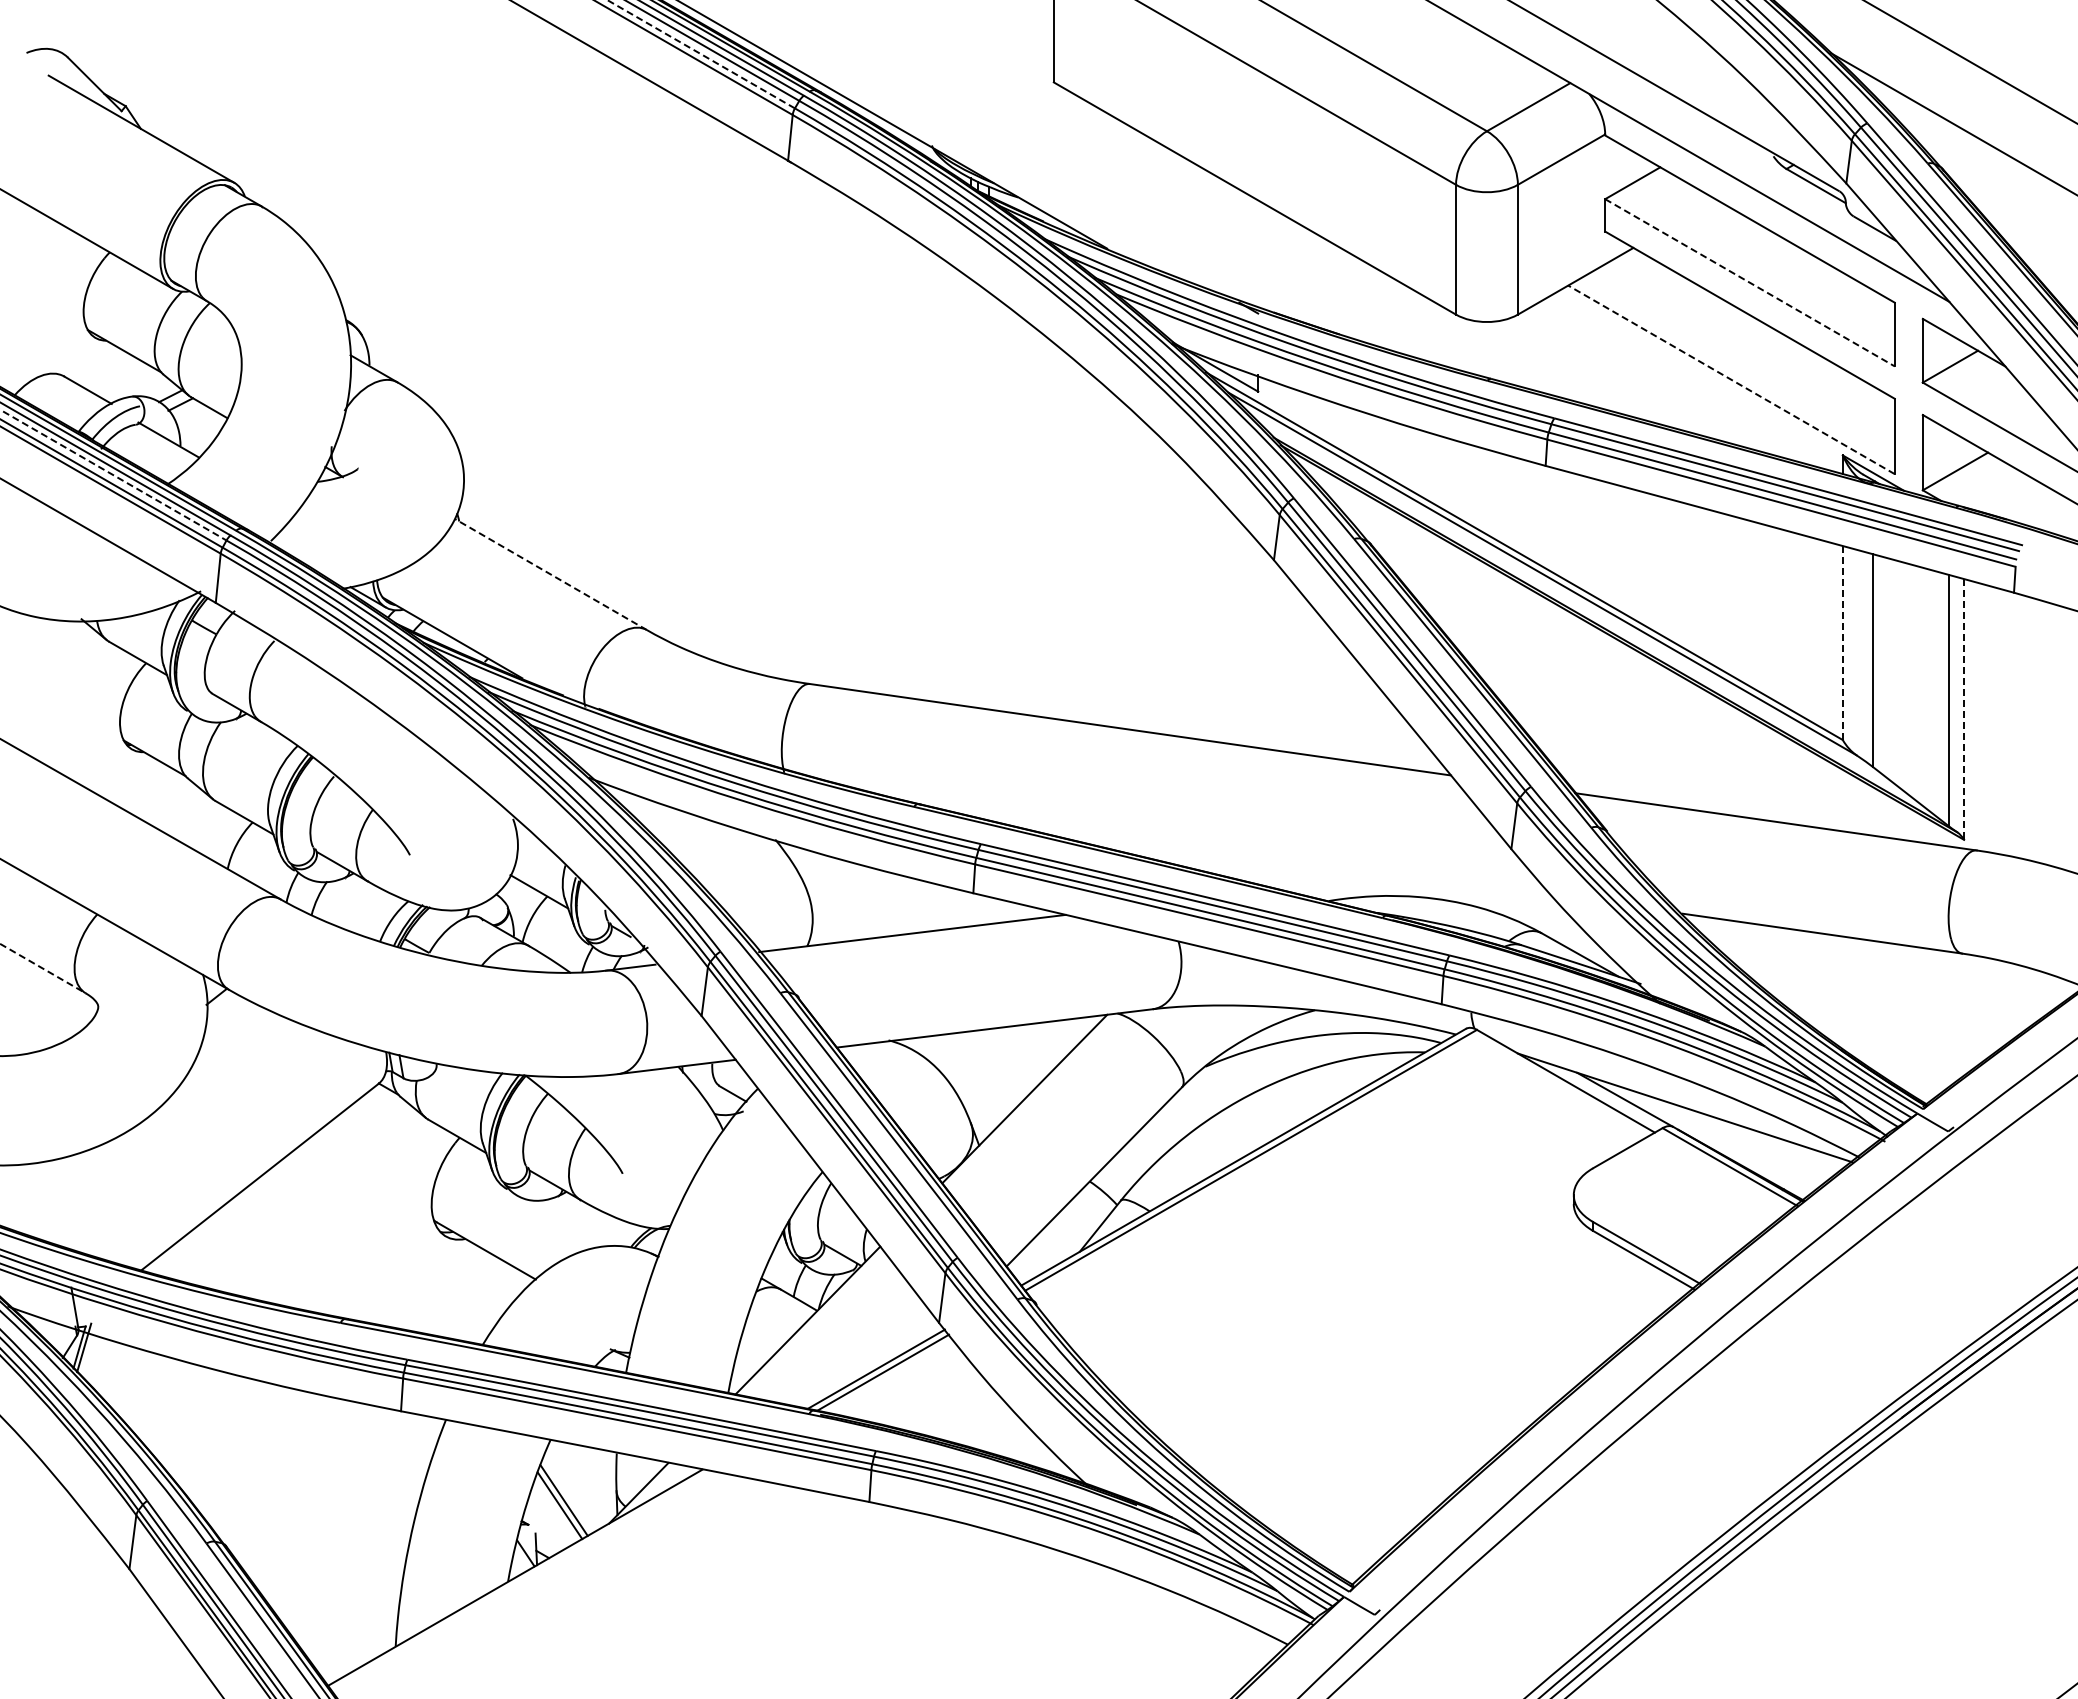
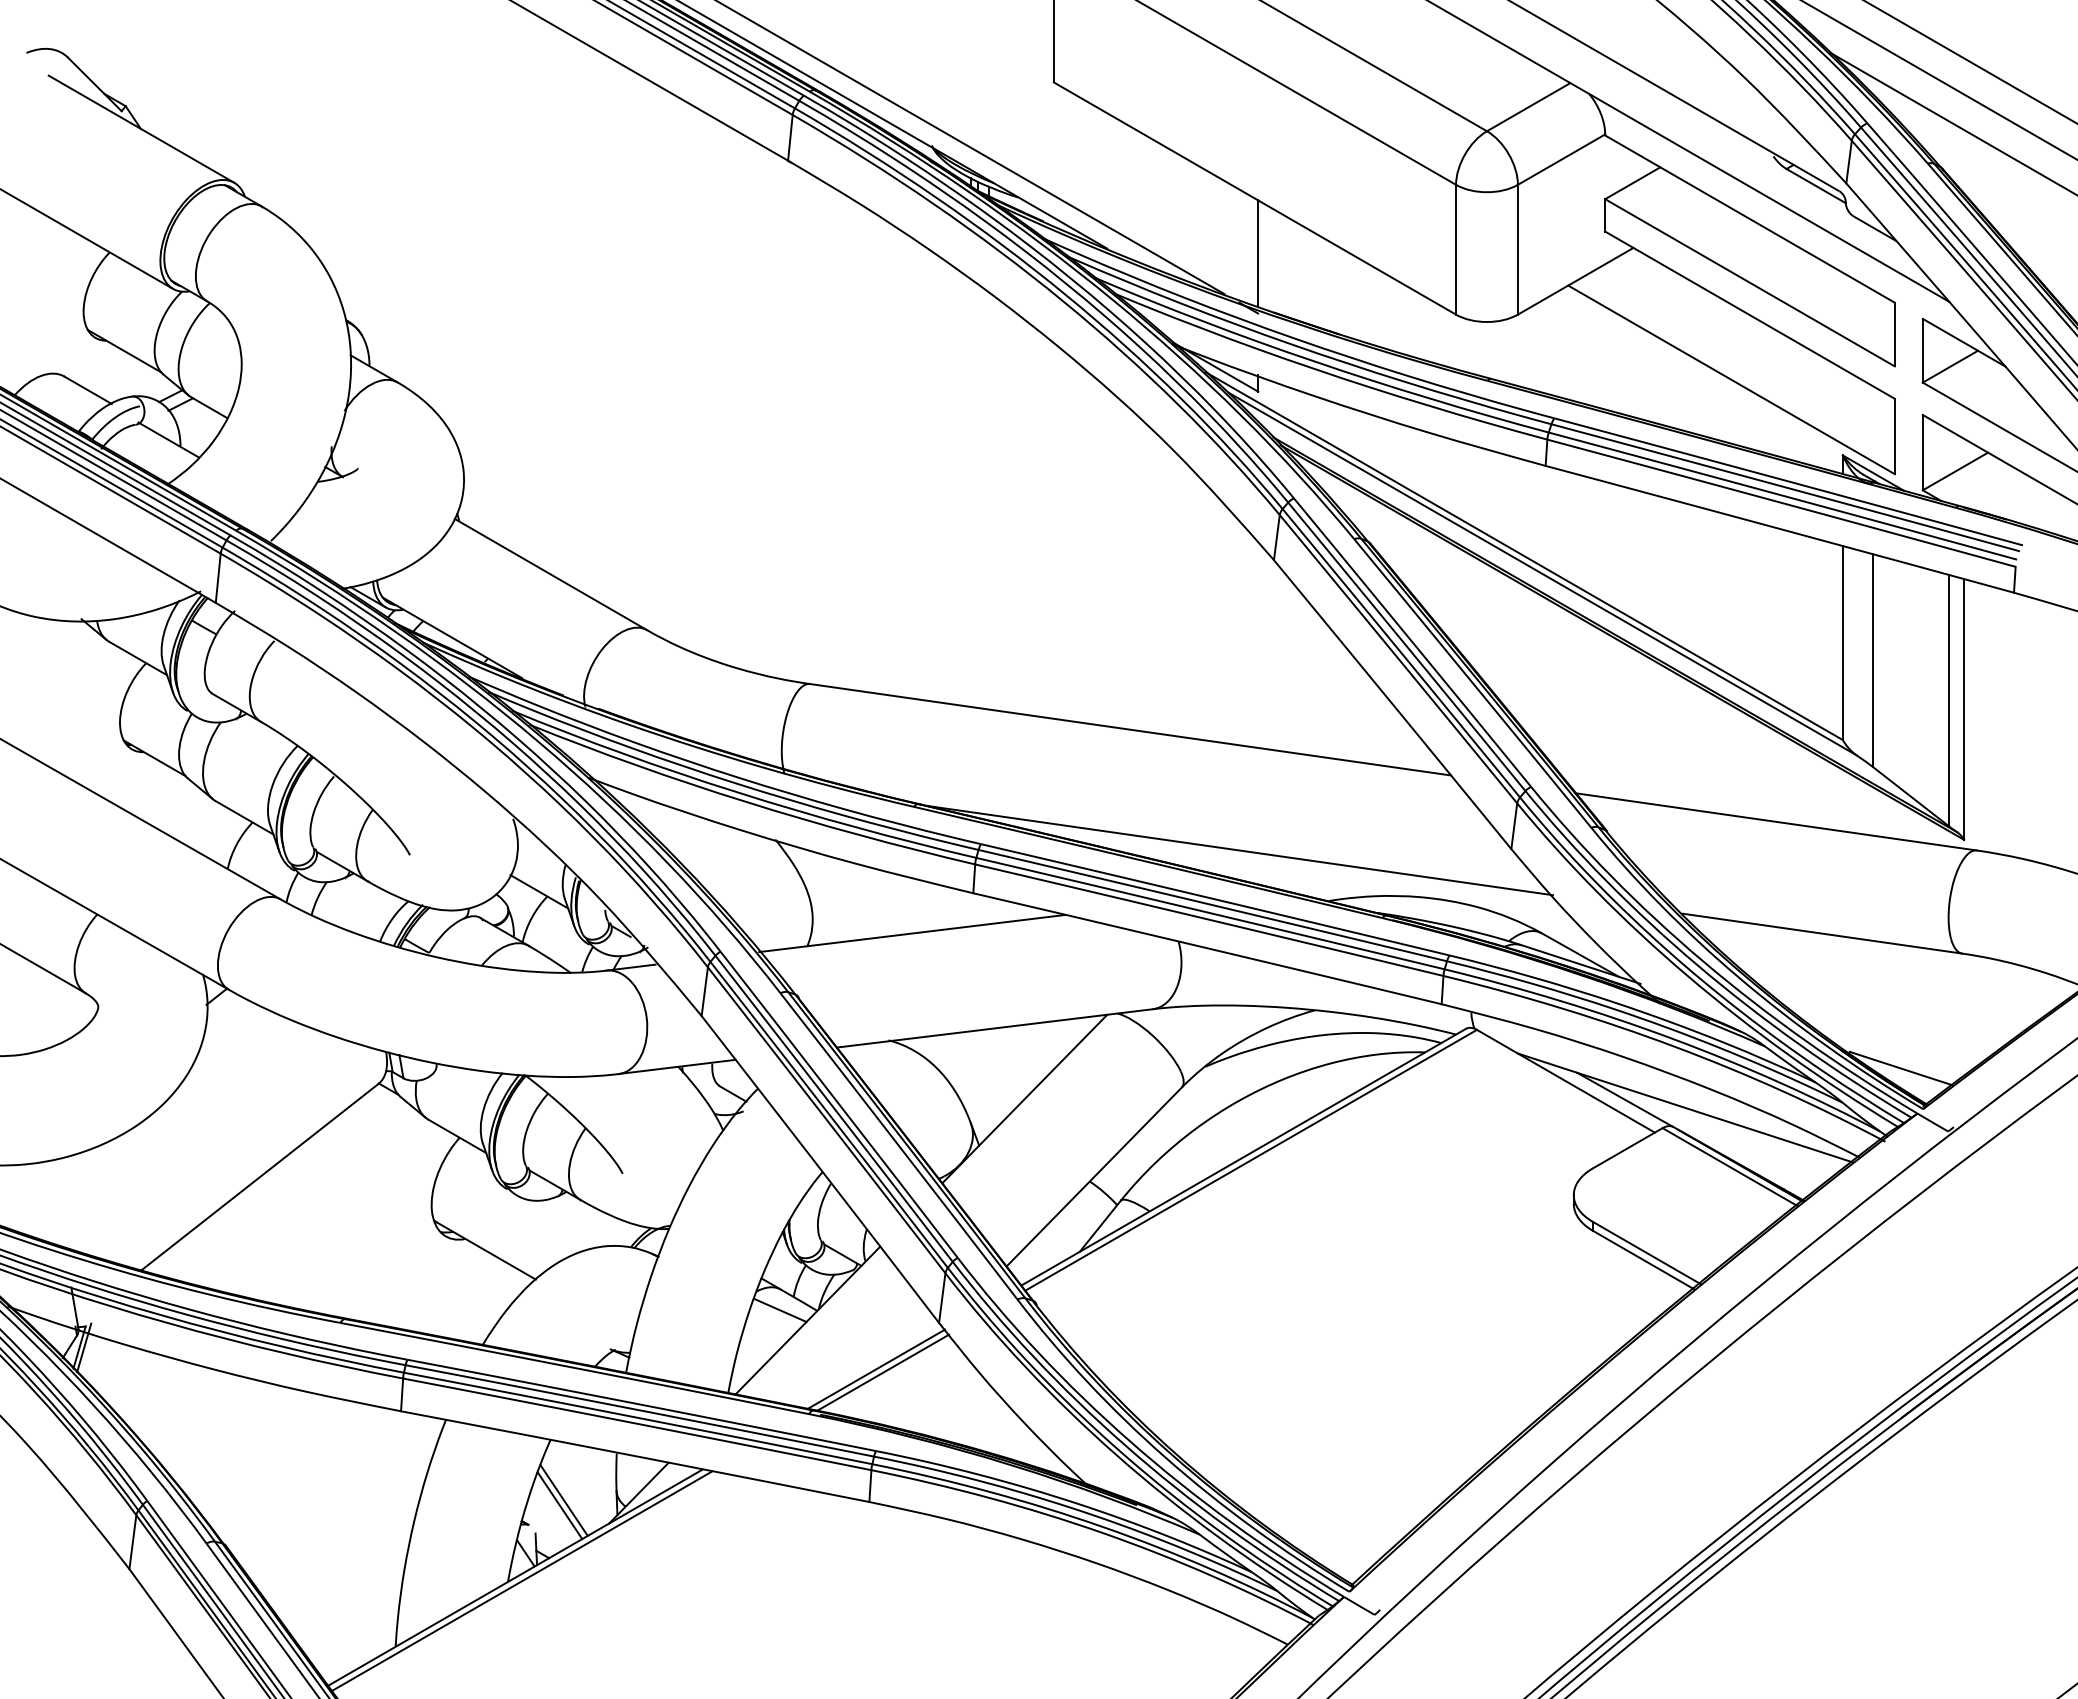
line at (701, 54): dashed -> solid
line at (1939, 80): none -> present
line at (971, 148): none -> present
line at (1258, 253): none -> present
line at (1750, 283): dashed -> solid
line at (1731, 379): dashed -> solid
line at (113, 475): dashed -> solid
line at (550, 574): dashed -> solid
line at (1842, 643): dashed -> solid
line at (1964, 710): dashed -> solid
line at (1239, 850): none -> present
line at (43, 968): dashed -> solid
line at (1900, 1068): none -> present
line at (779, 1309): none -> present
line at (521, 1581): none -> present
